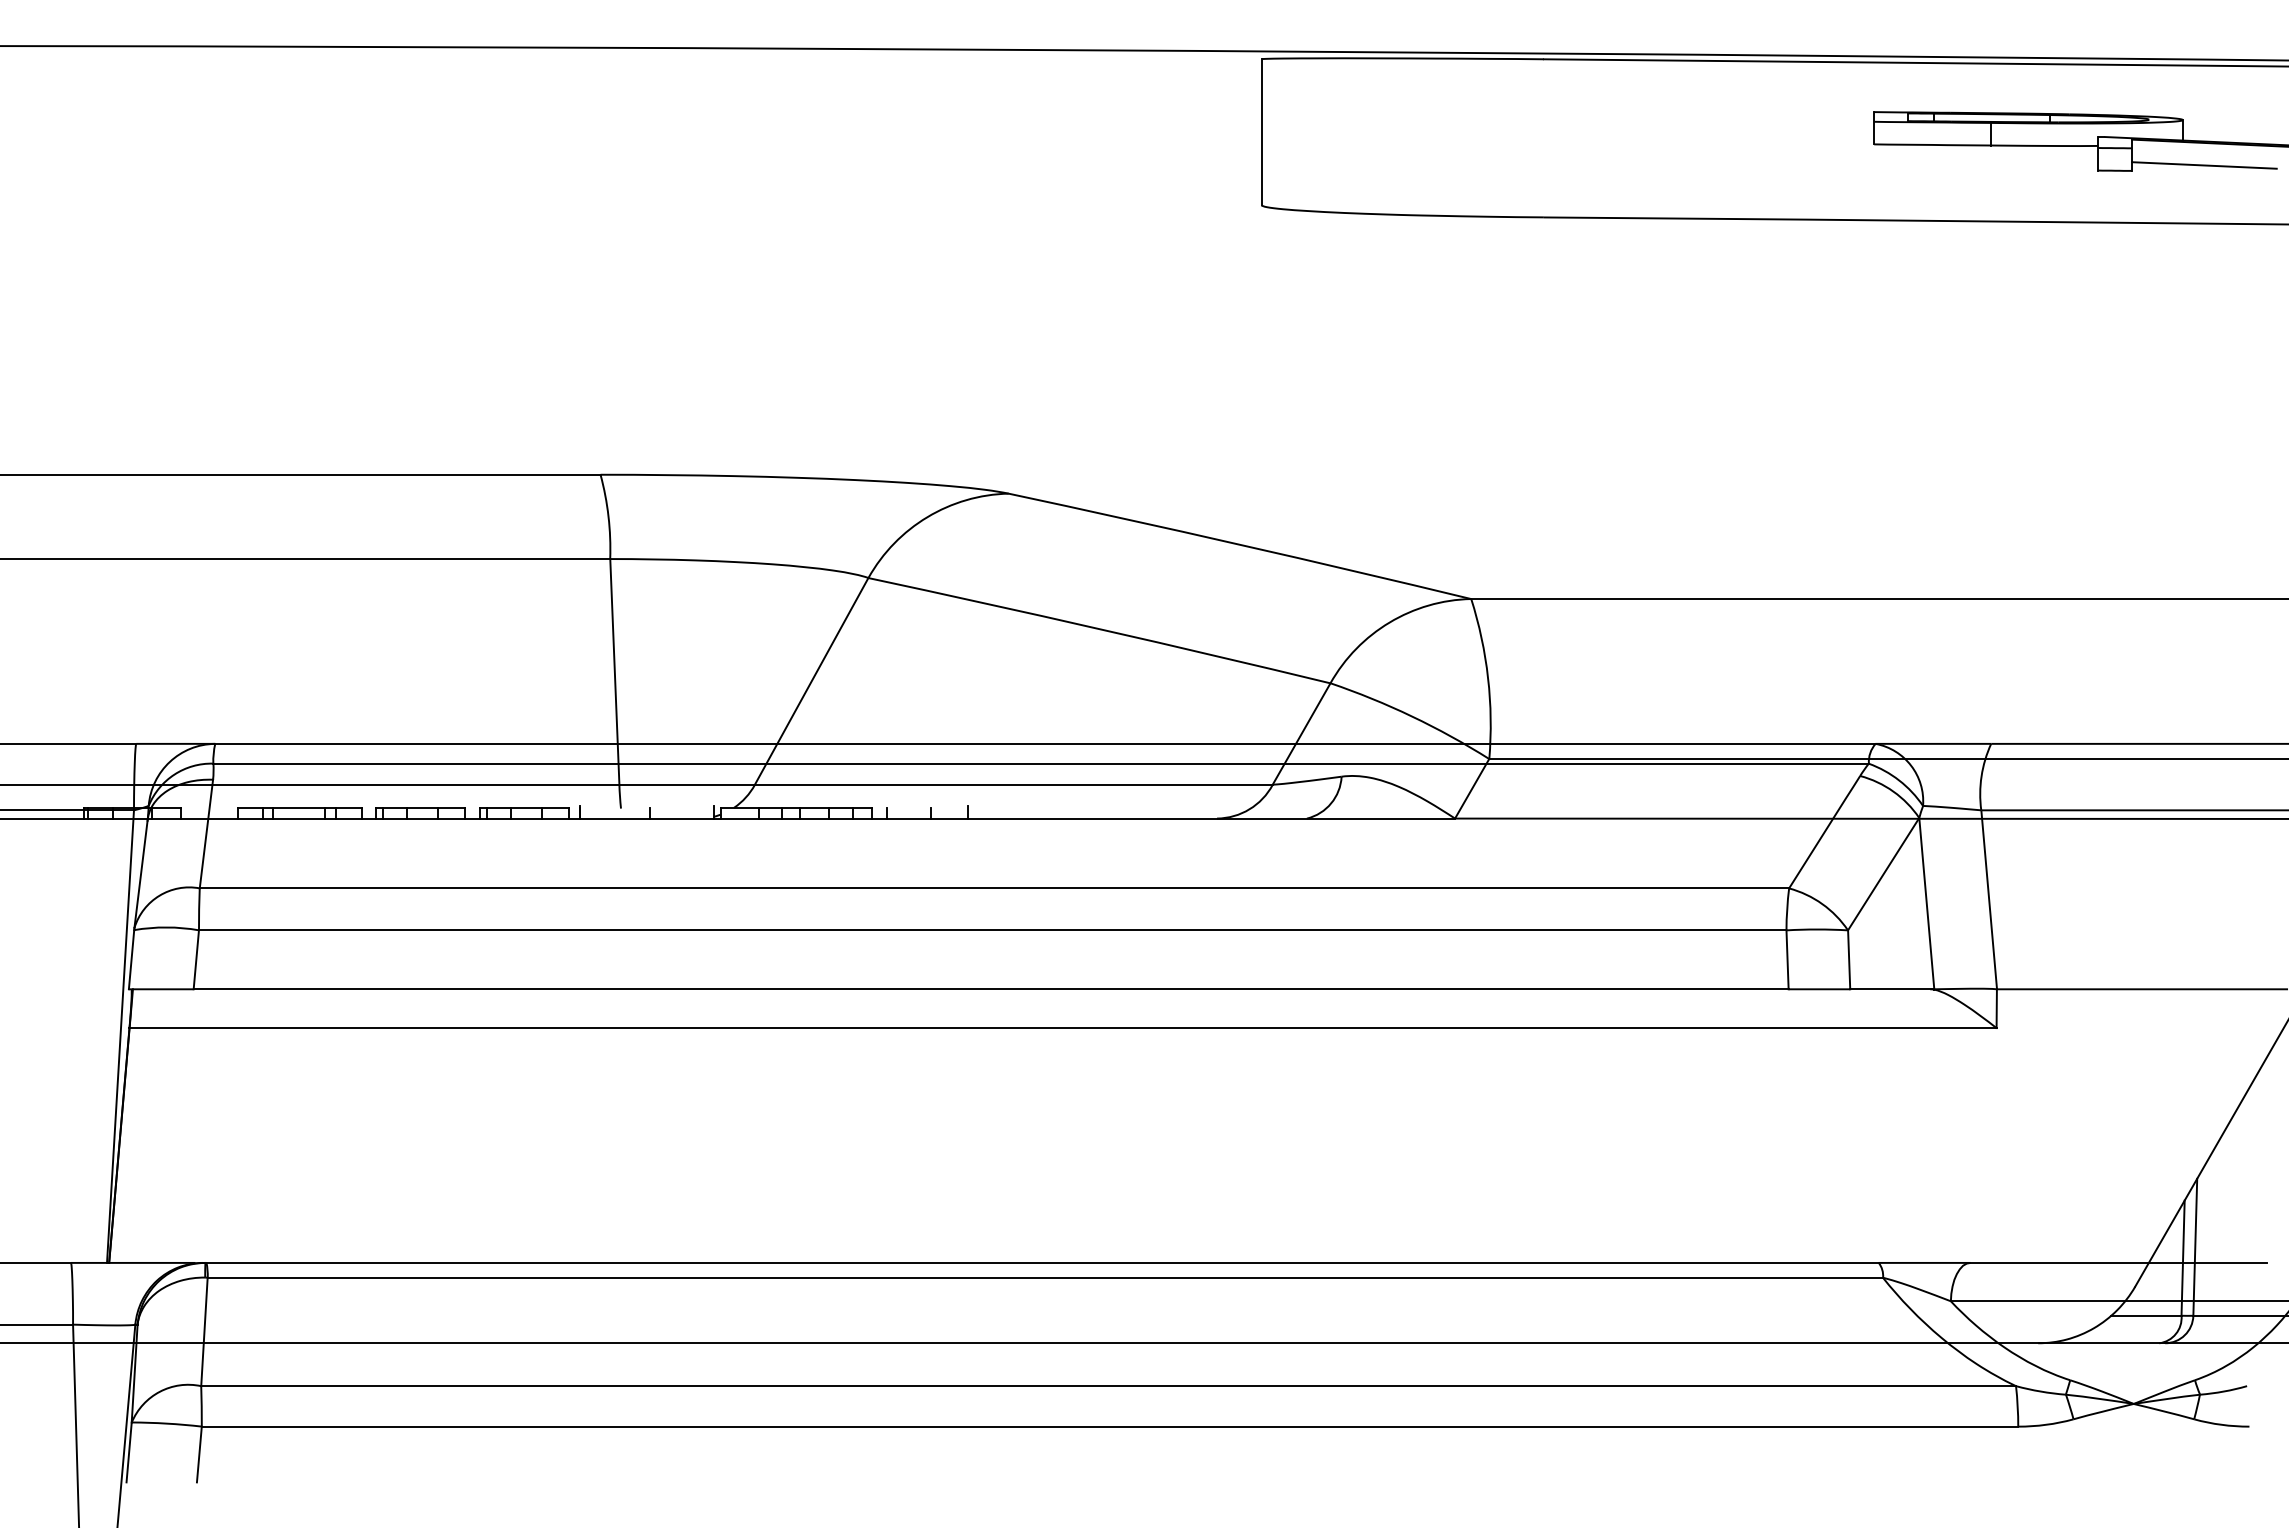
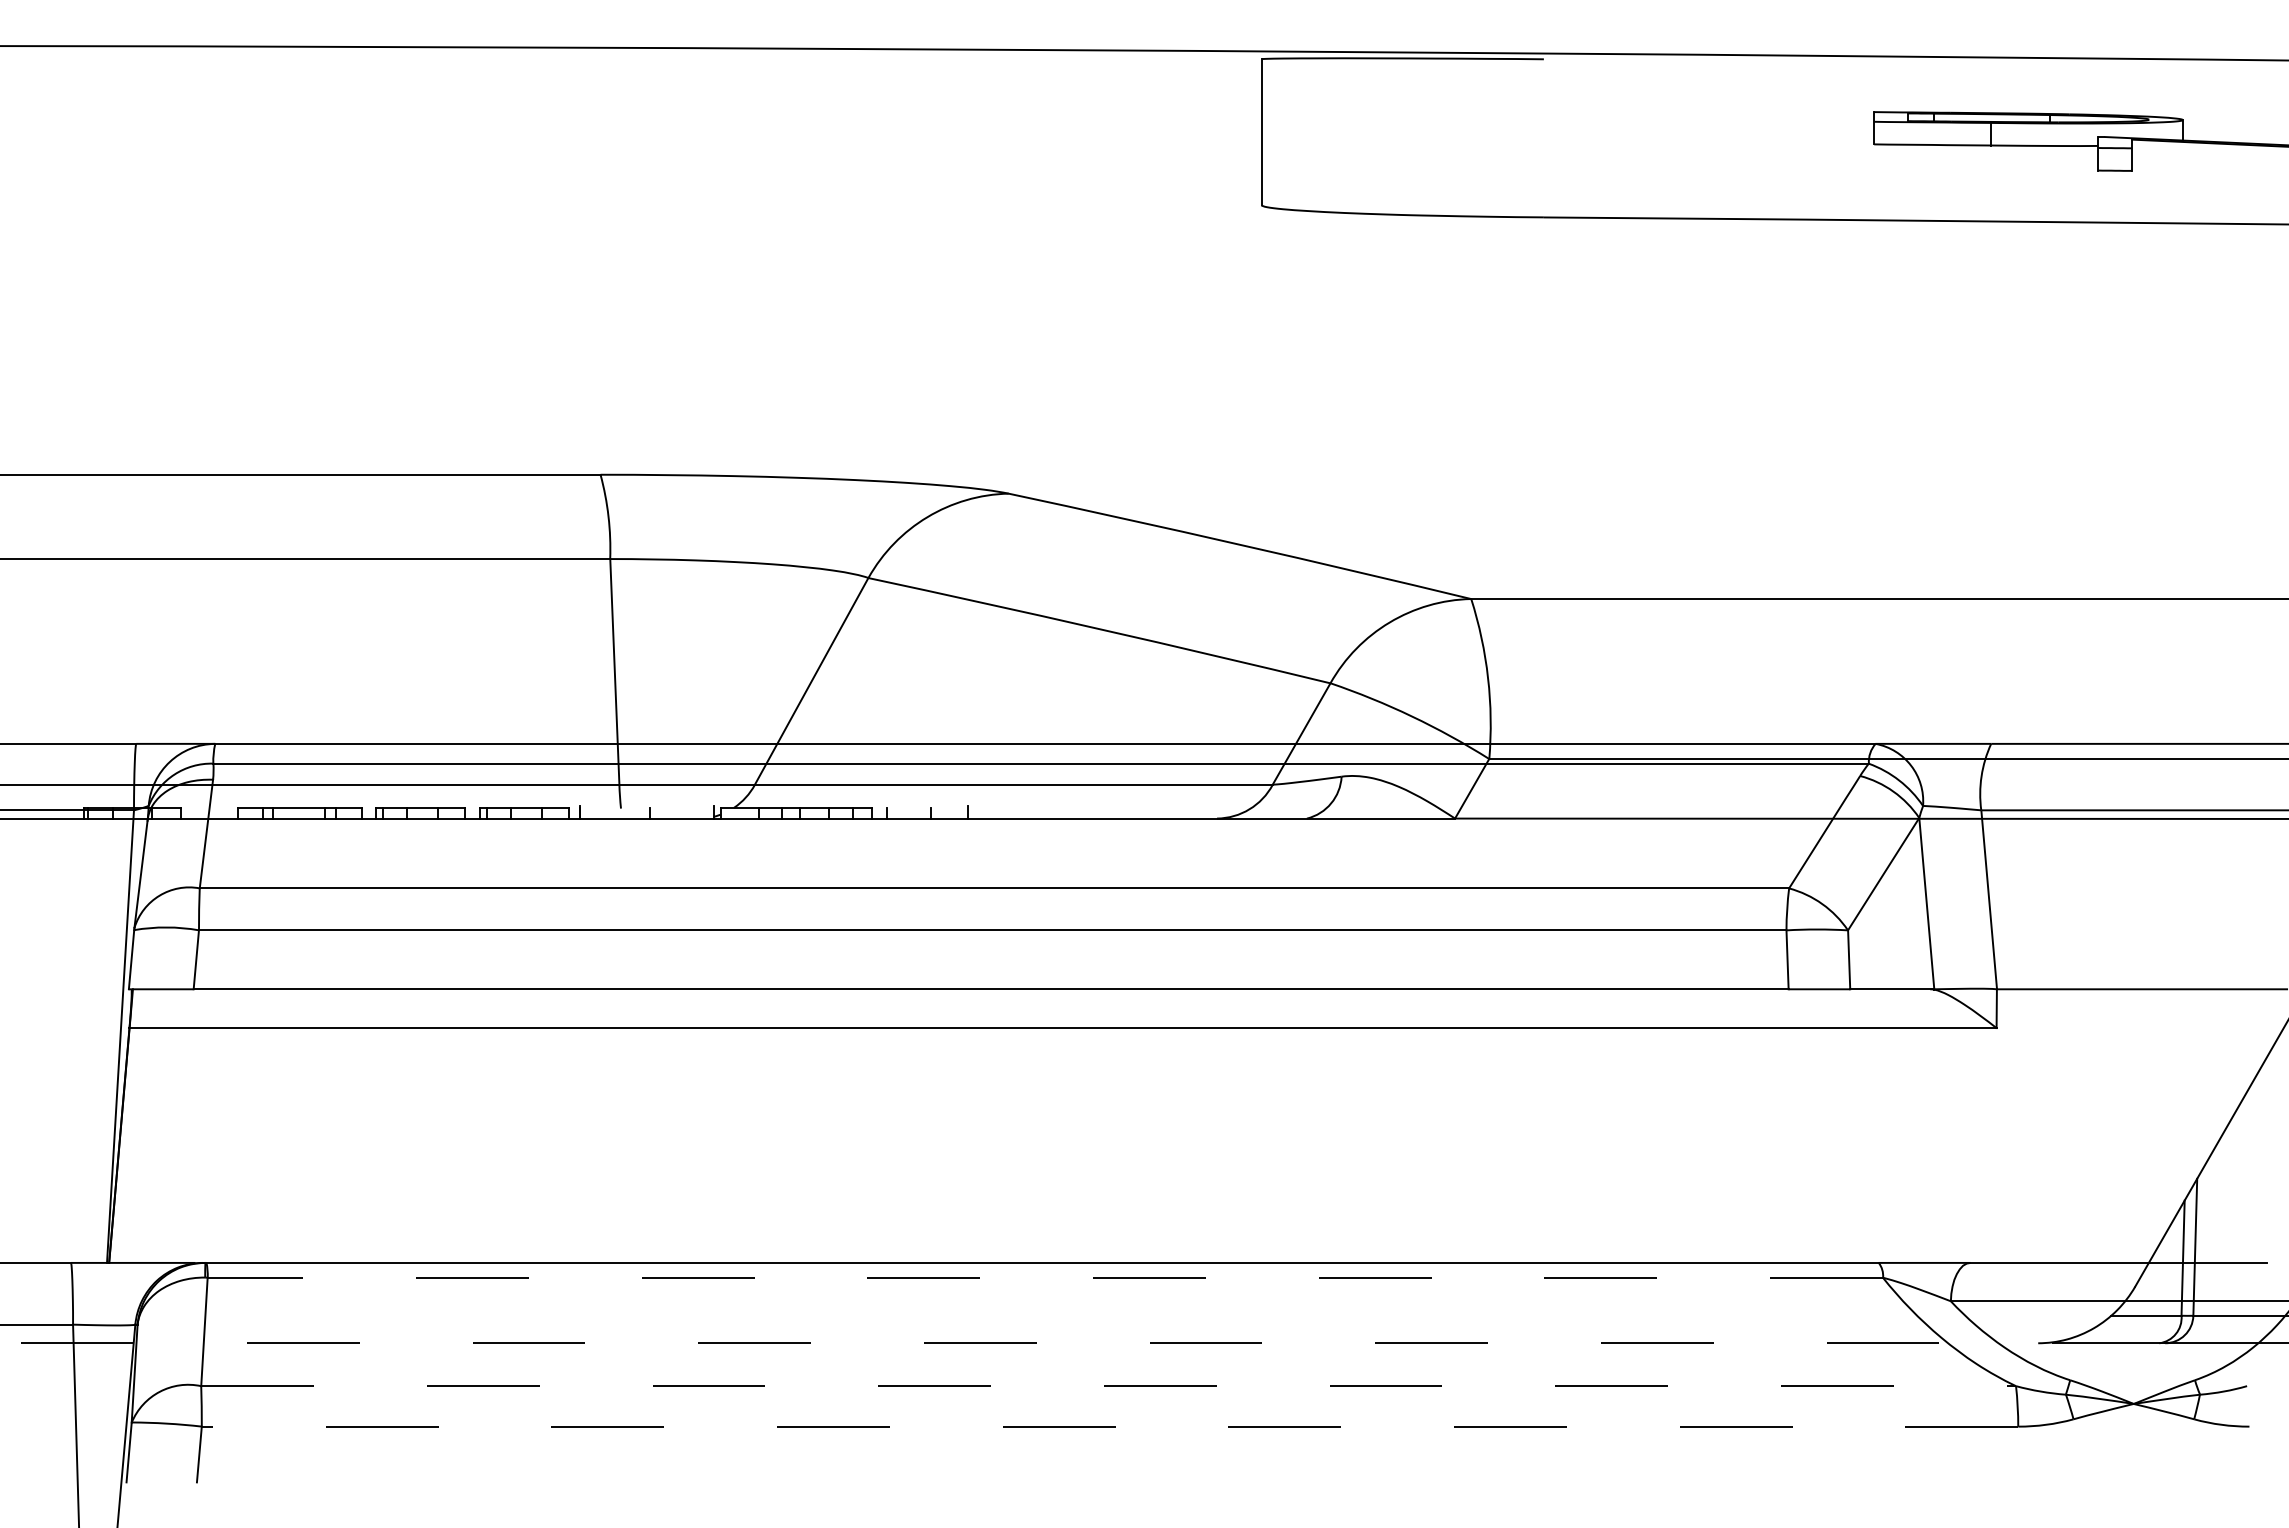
line at (1914, 62): present -> none
line at (2204, 165): present -> none
line at (1045, 1277): solid -> dashed
line at (1082, 1343): solid -> dashed
line at (1109, 1386): solid -> dashed
line at (1109, 1426): solid -> dashed
